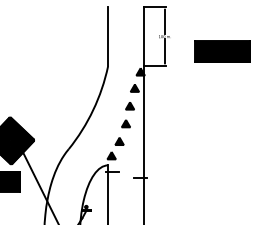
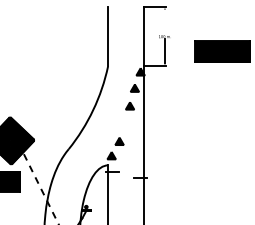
line at (164, 22): present -> none
part at (125, 123): present -> none
line at (40, 188): solid -> dashed
